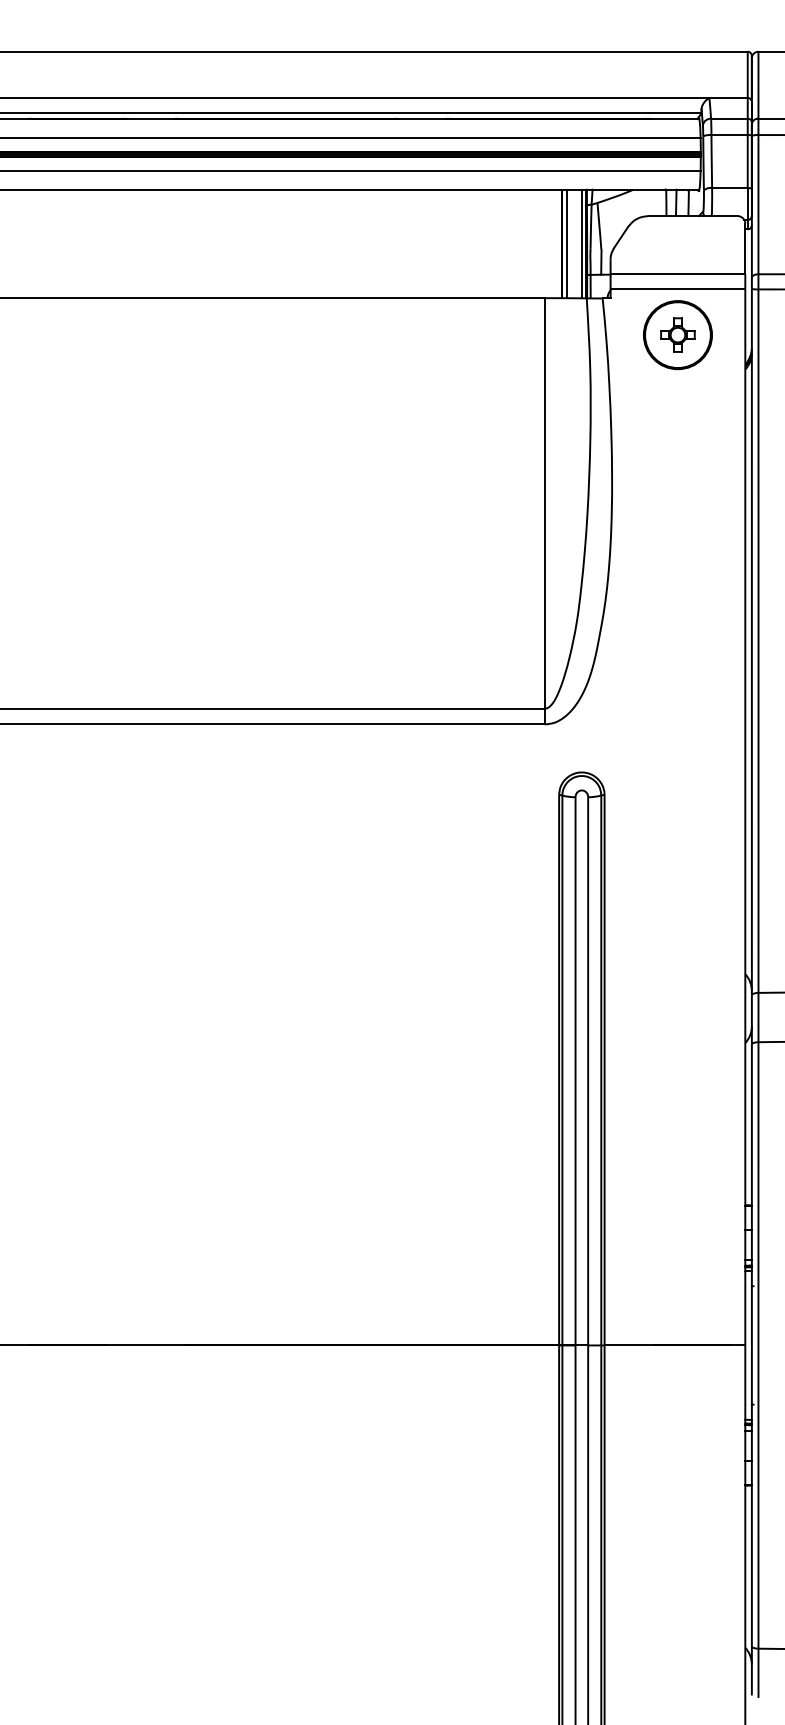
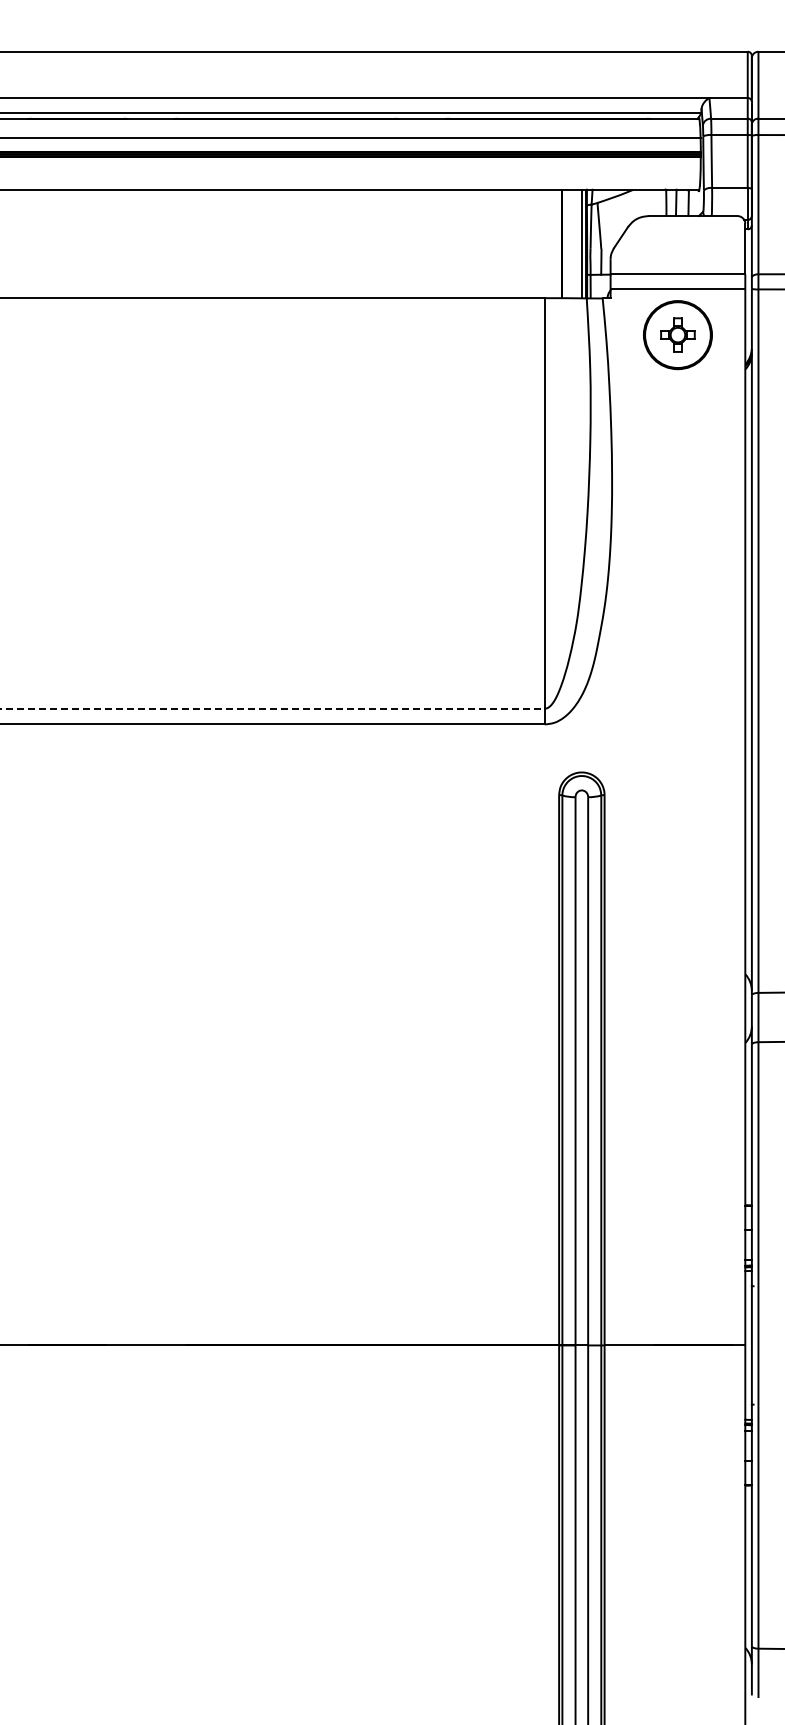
line at (351, 170): present -> none
line at (566, 243): present -> none
line at (272, 708): solid -> dashed
